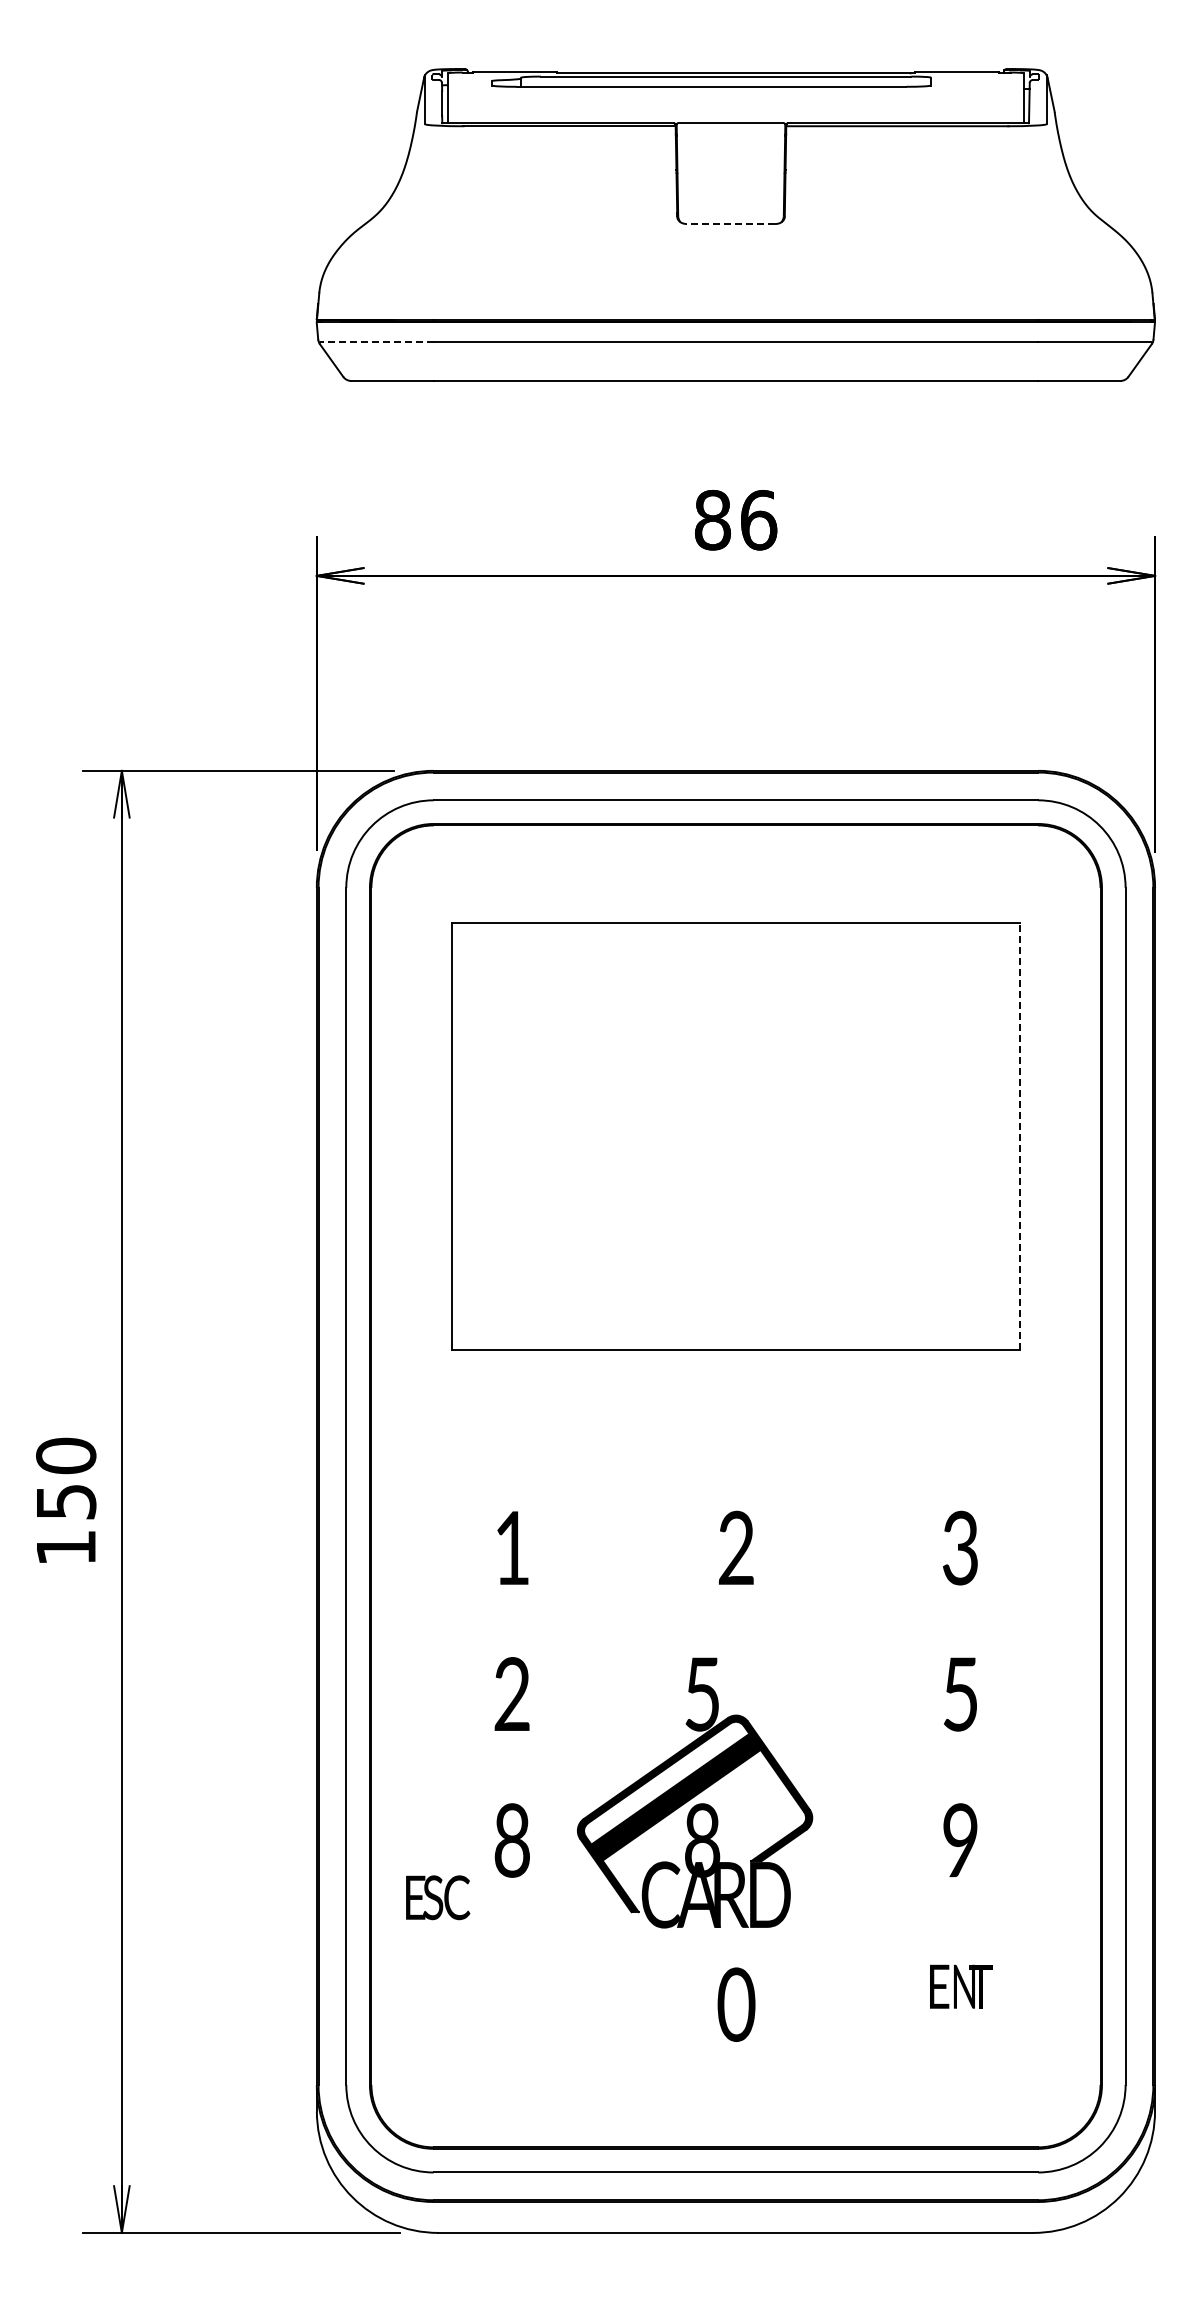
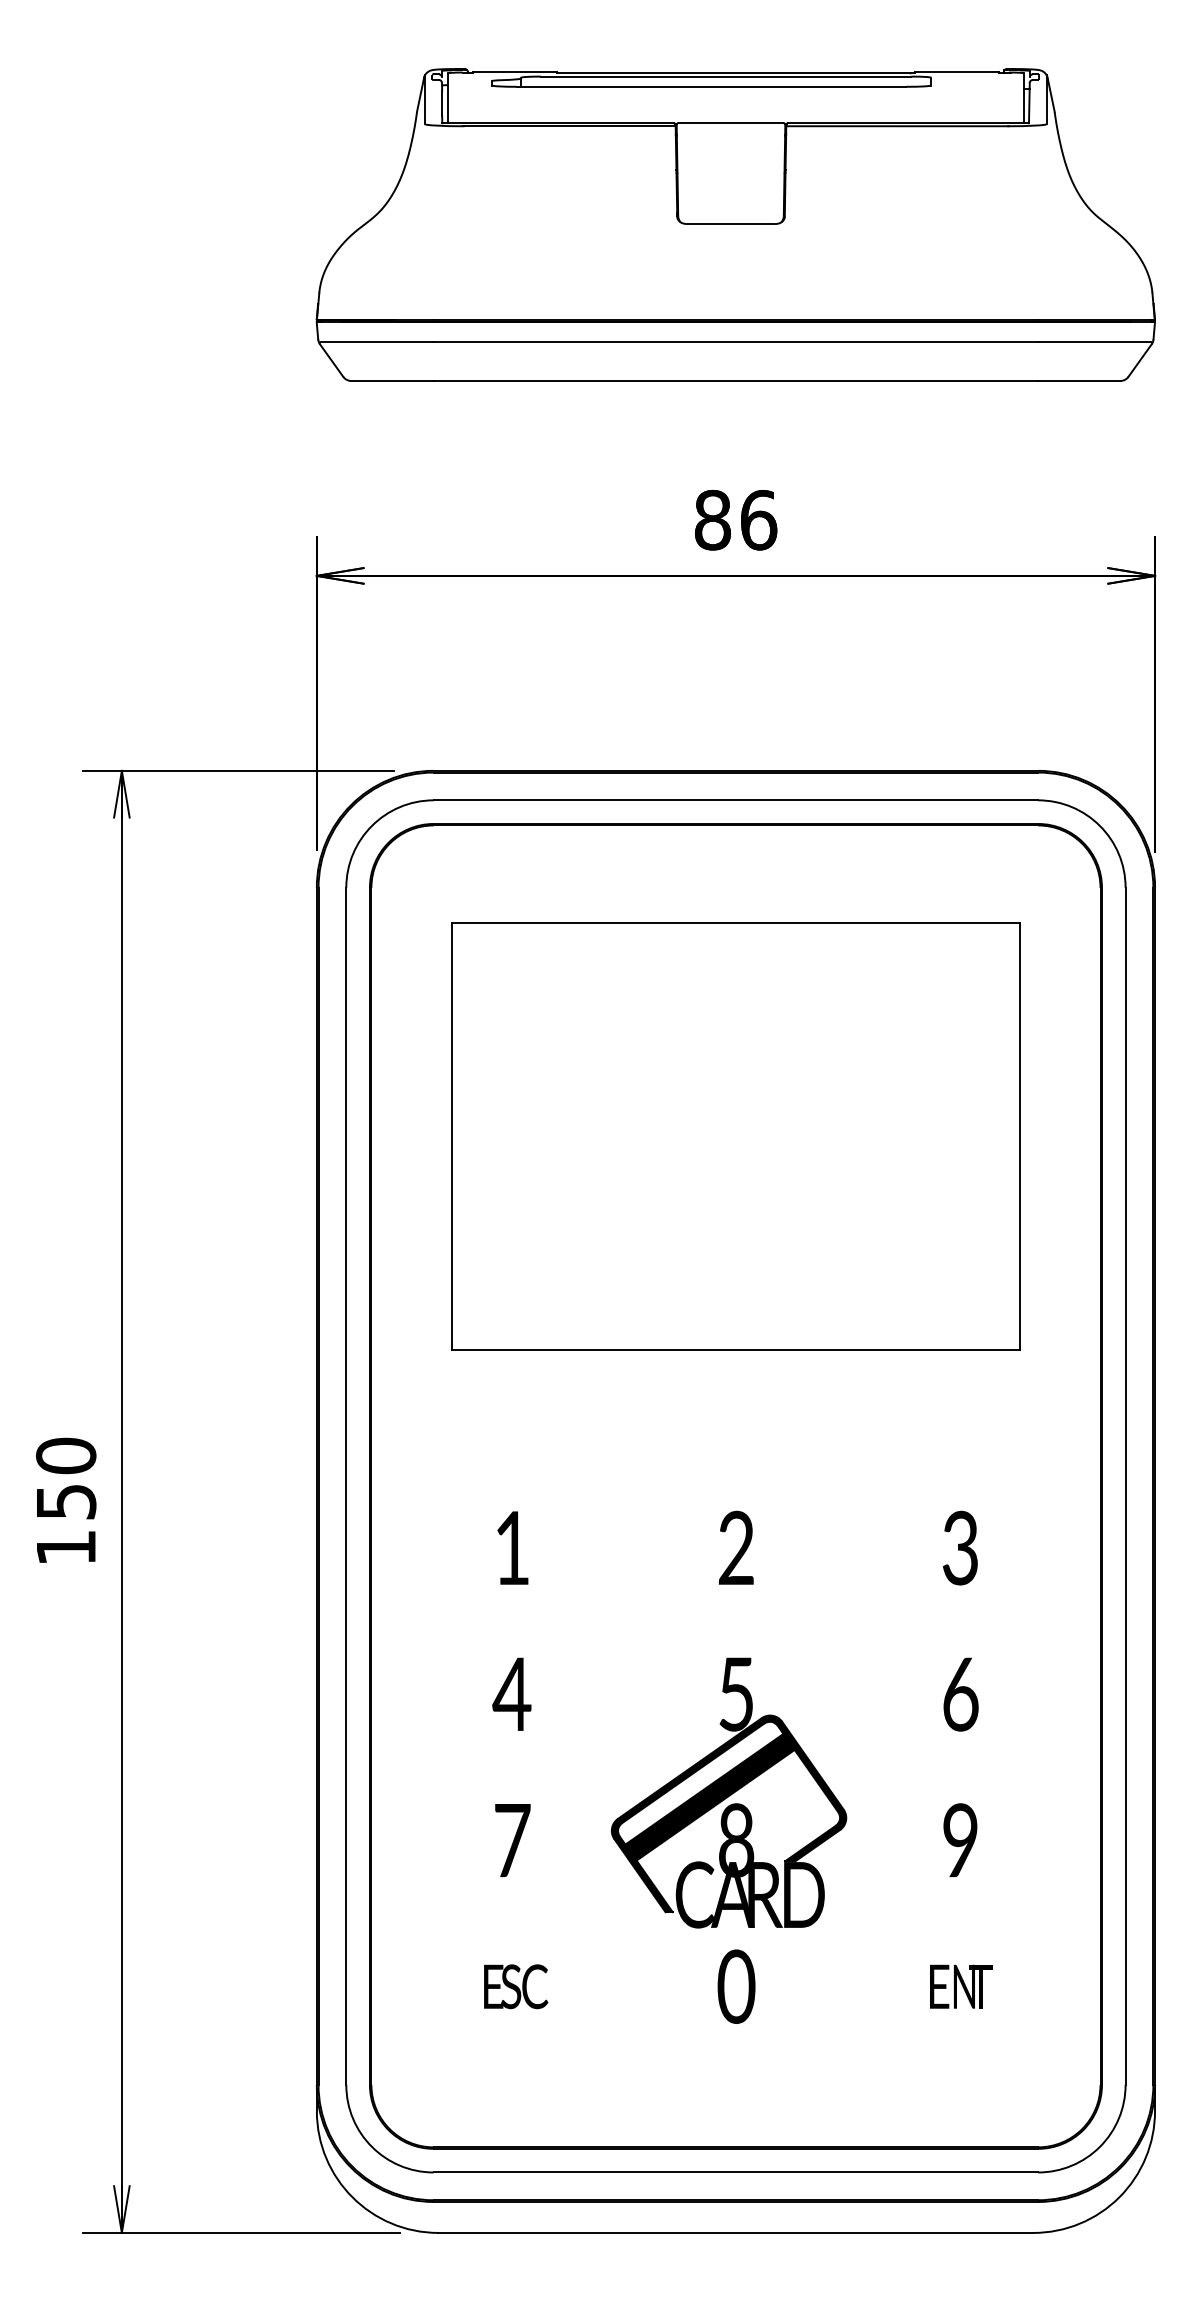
line at (730, 224): dashed -> solid
line at (375, 342): dashed -> solid
line at (1019, 1135): dashed -> solid
text at (511, 1693): 2 -> 4
text at (960, 1694): 5 -> 6
part at (695, 1792) position: (695, 1792) -> (729, 1792)
text at (512, 1840): 8 -> 7
text at (438, 1897) position: (438, 1897) -> (516, 1986)
text at (736, 2004) position: (736, 2004) -> (736, 1986)
